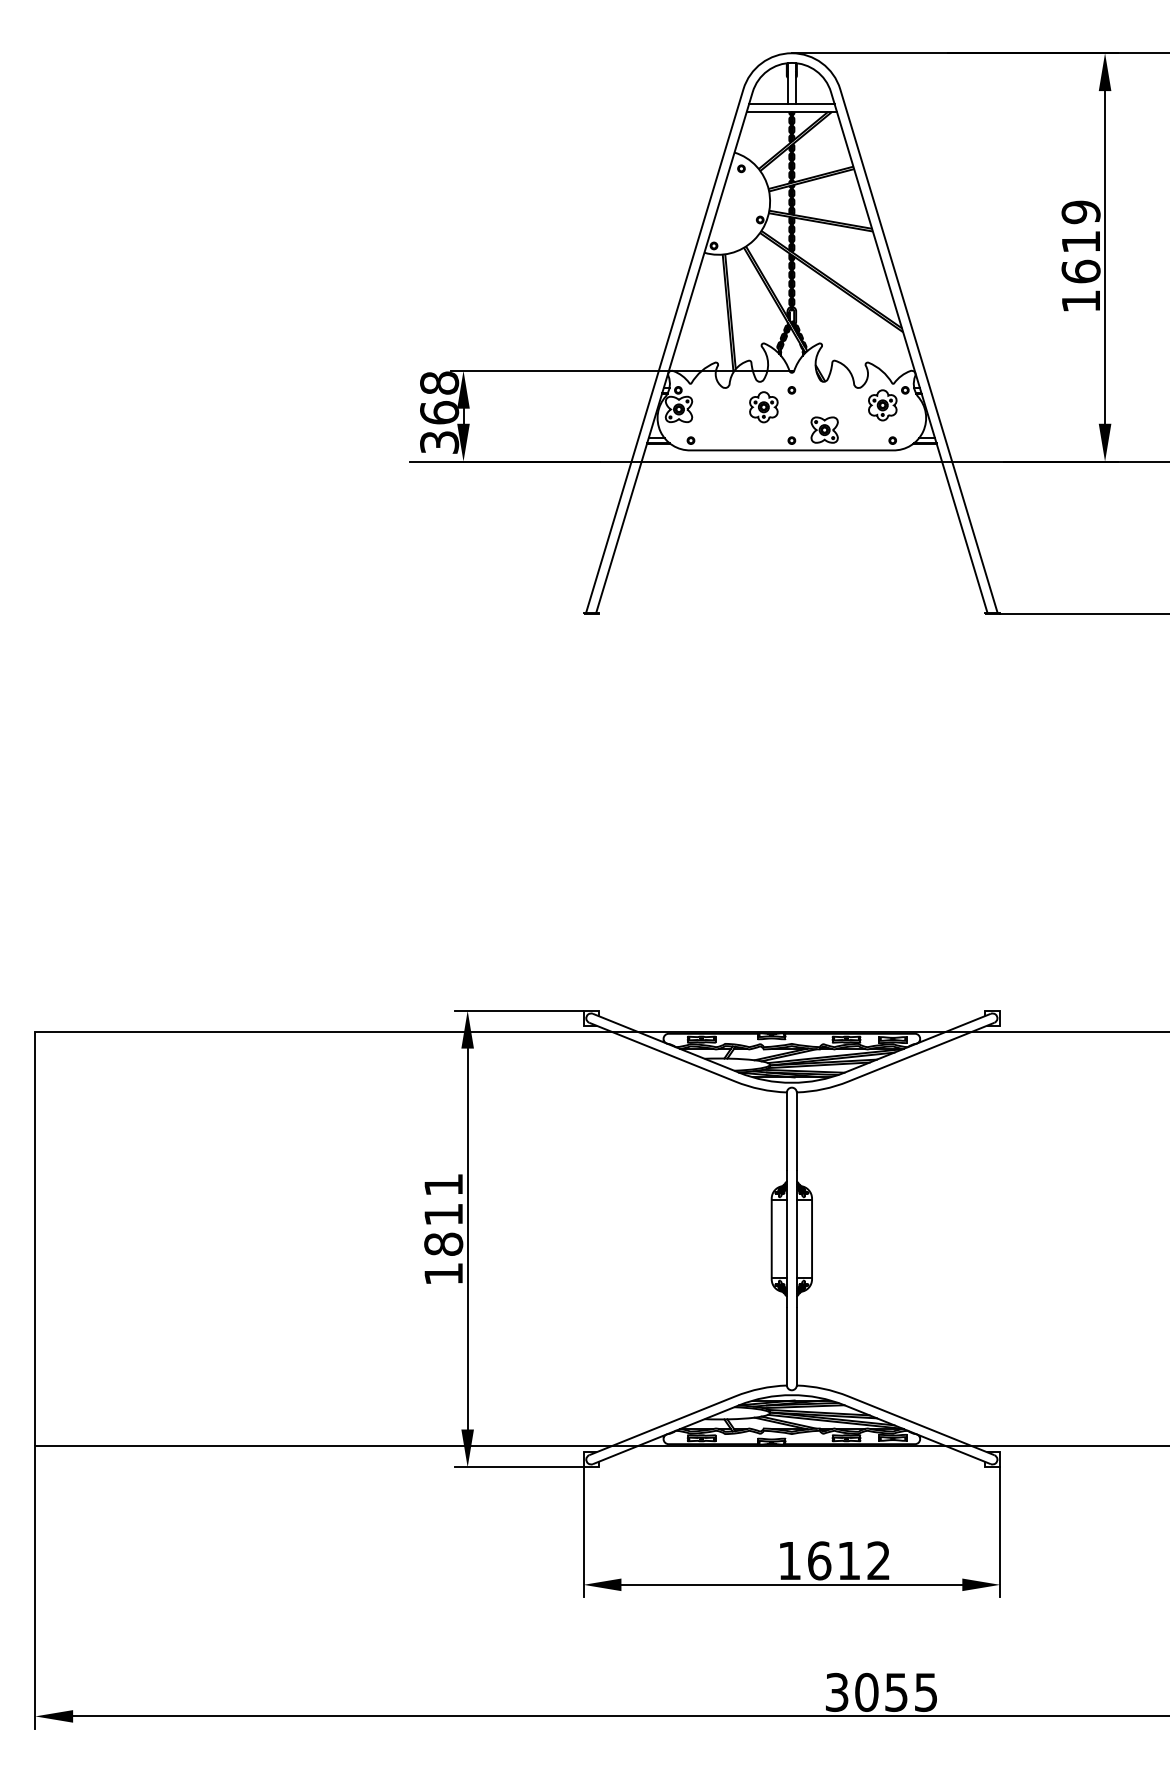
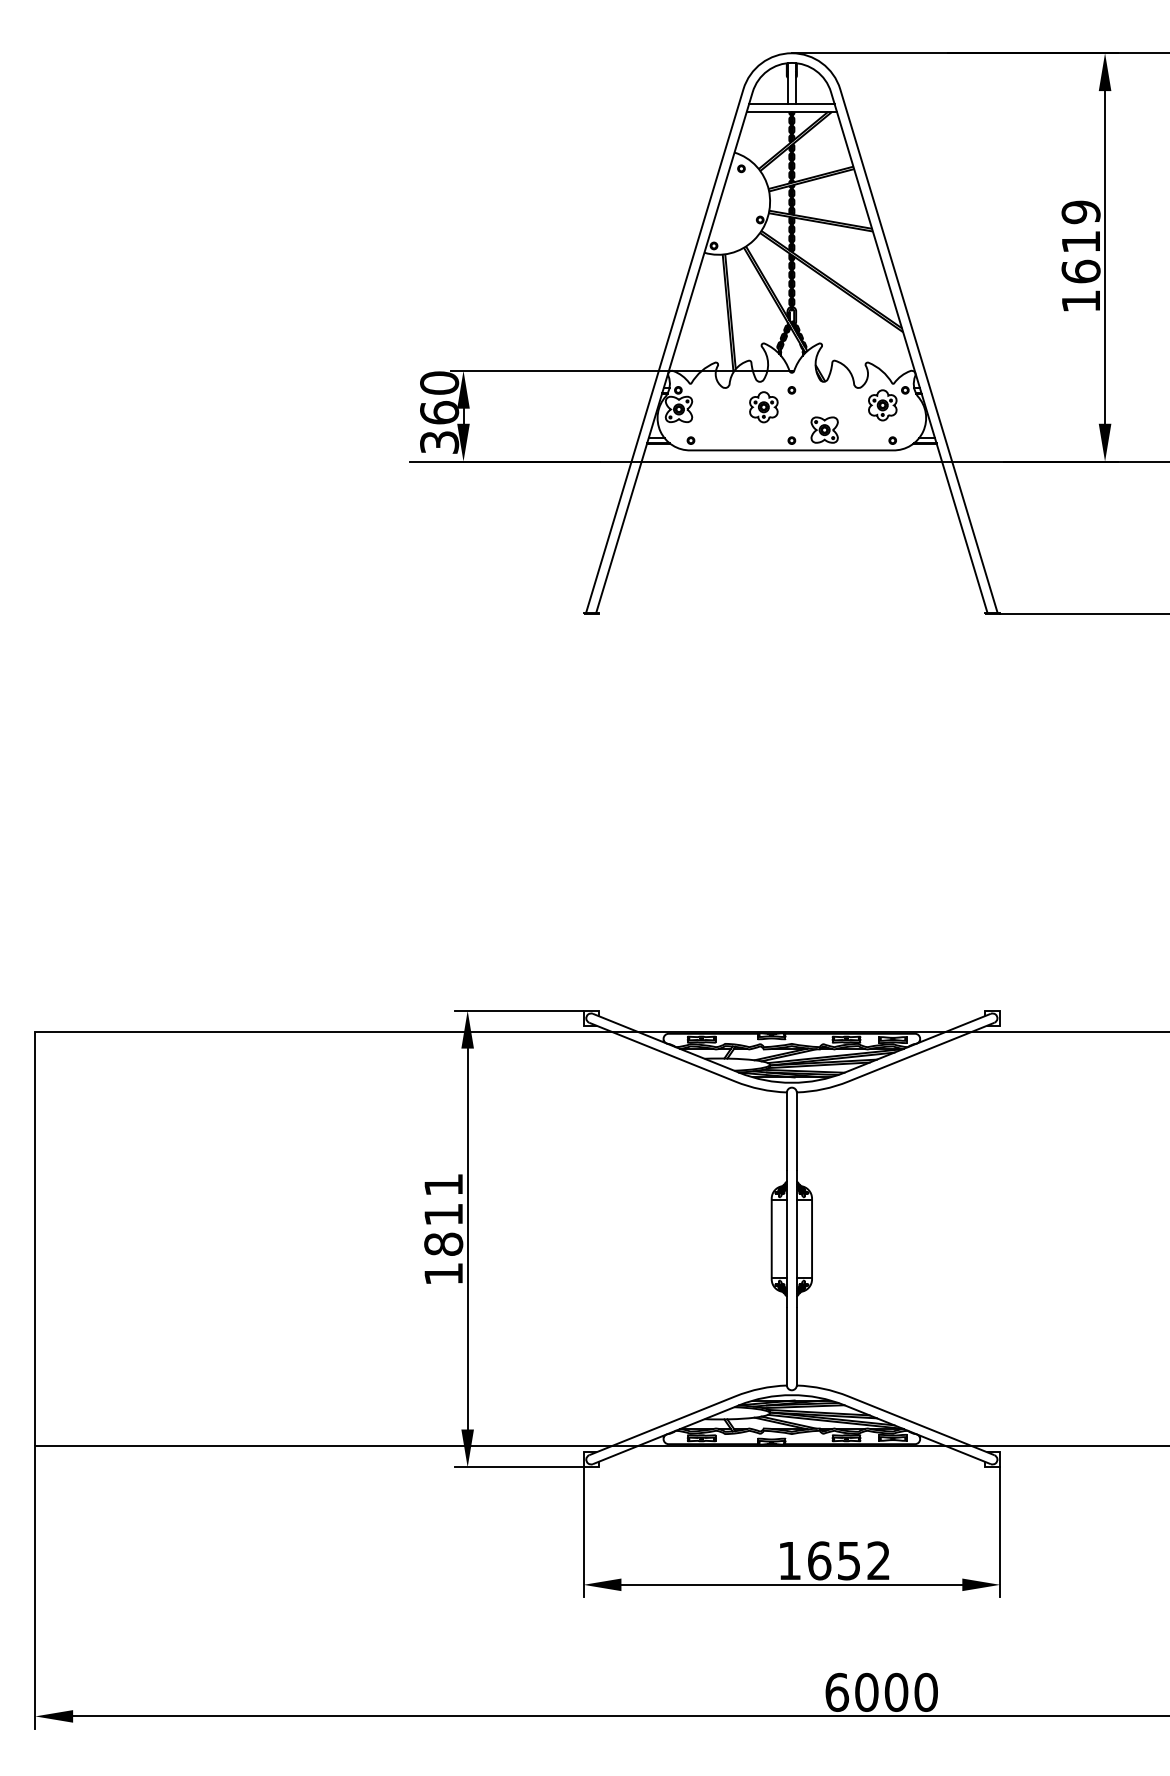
text at (439, 382): 368 -> 360
text at (848, 1561): 1612 -> 1652
text at (881, 1691): 3055 -> 6000
